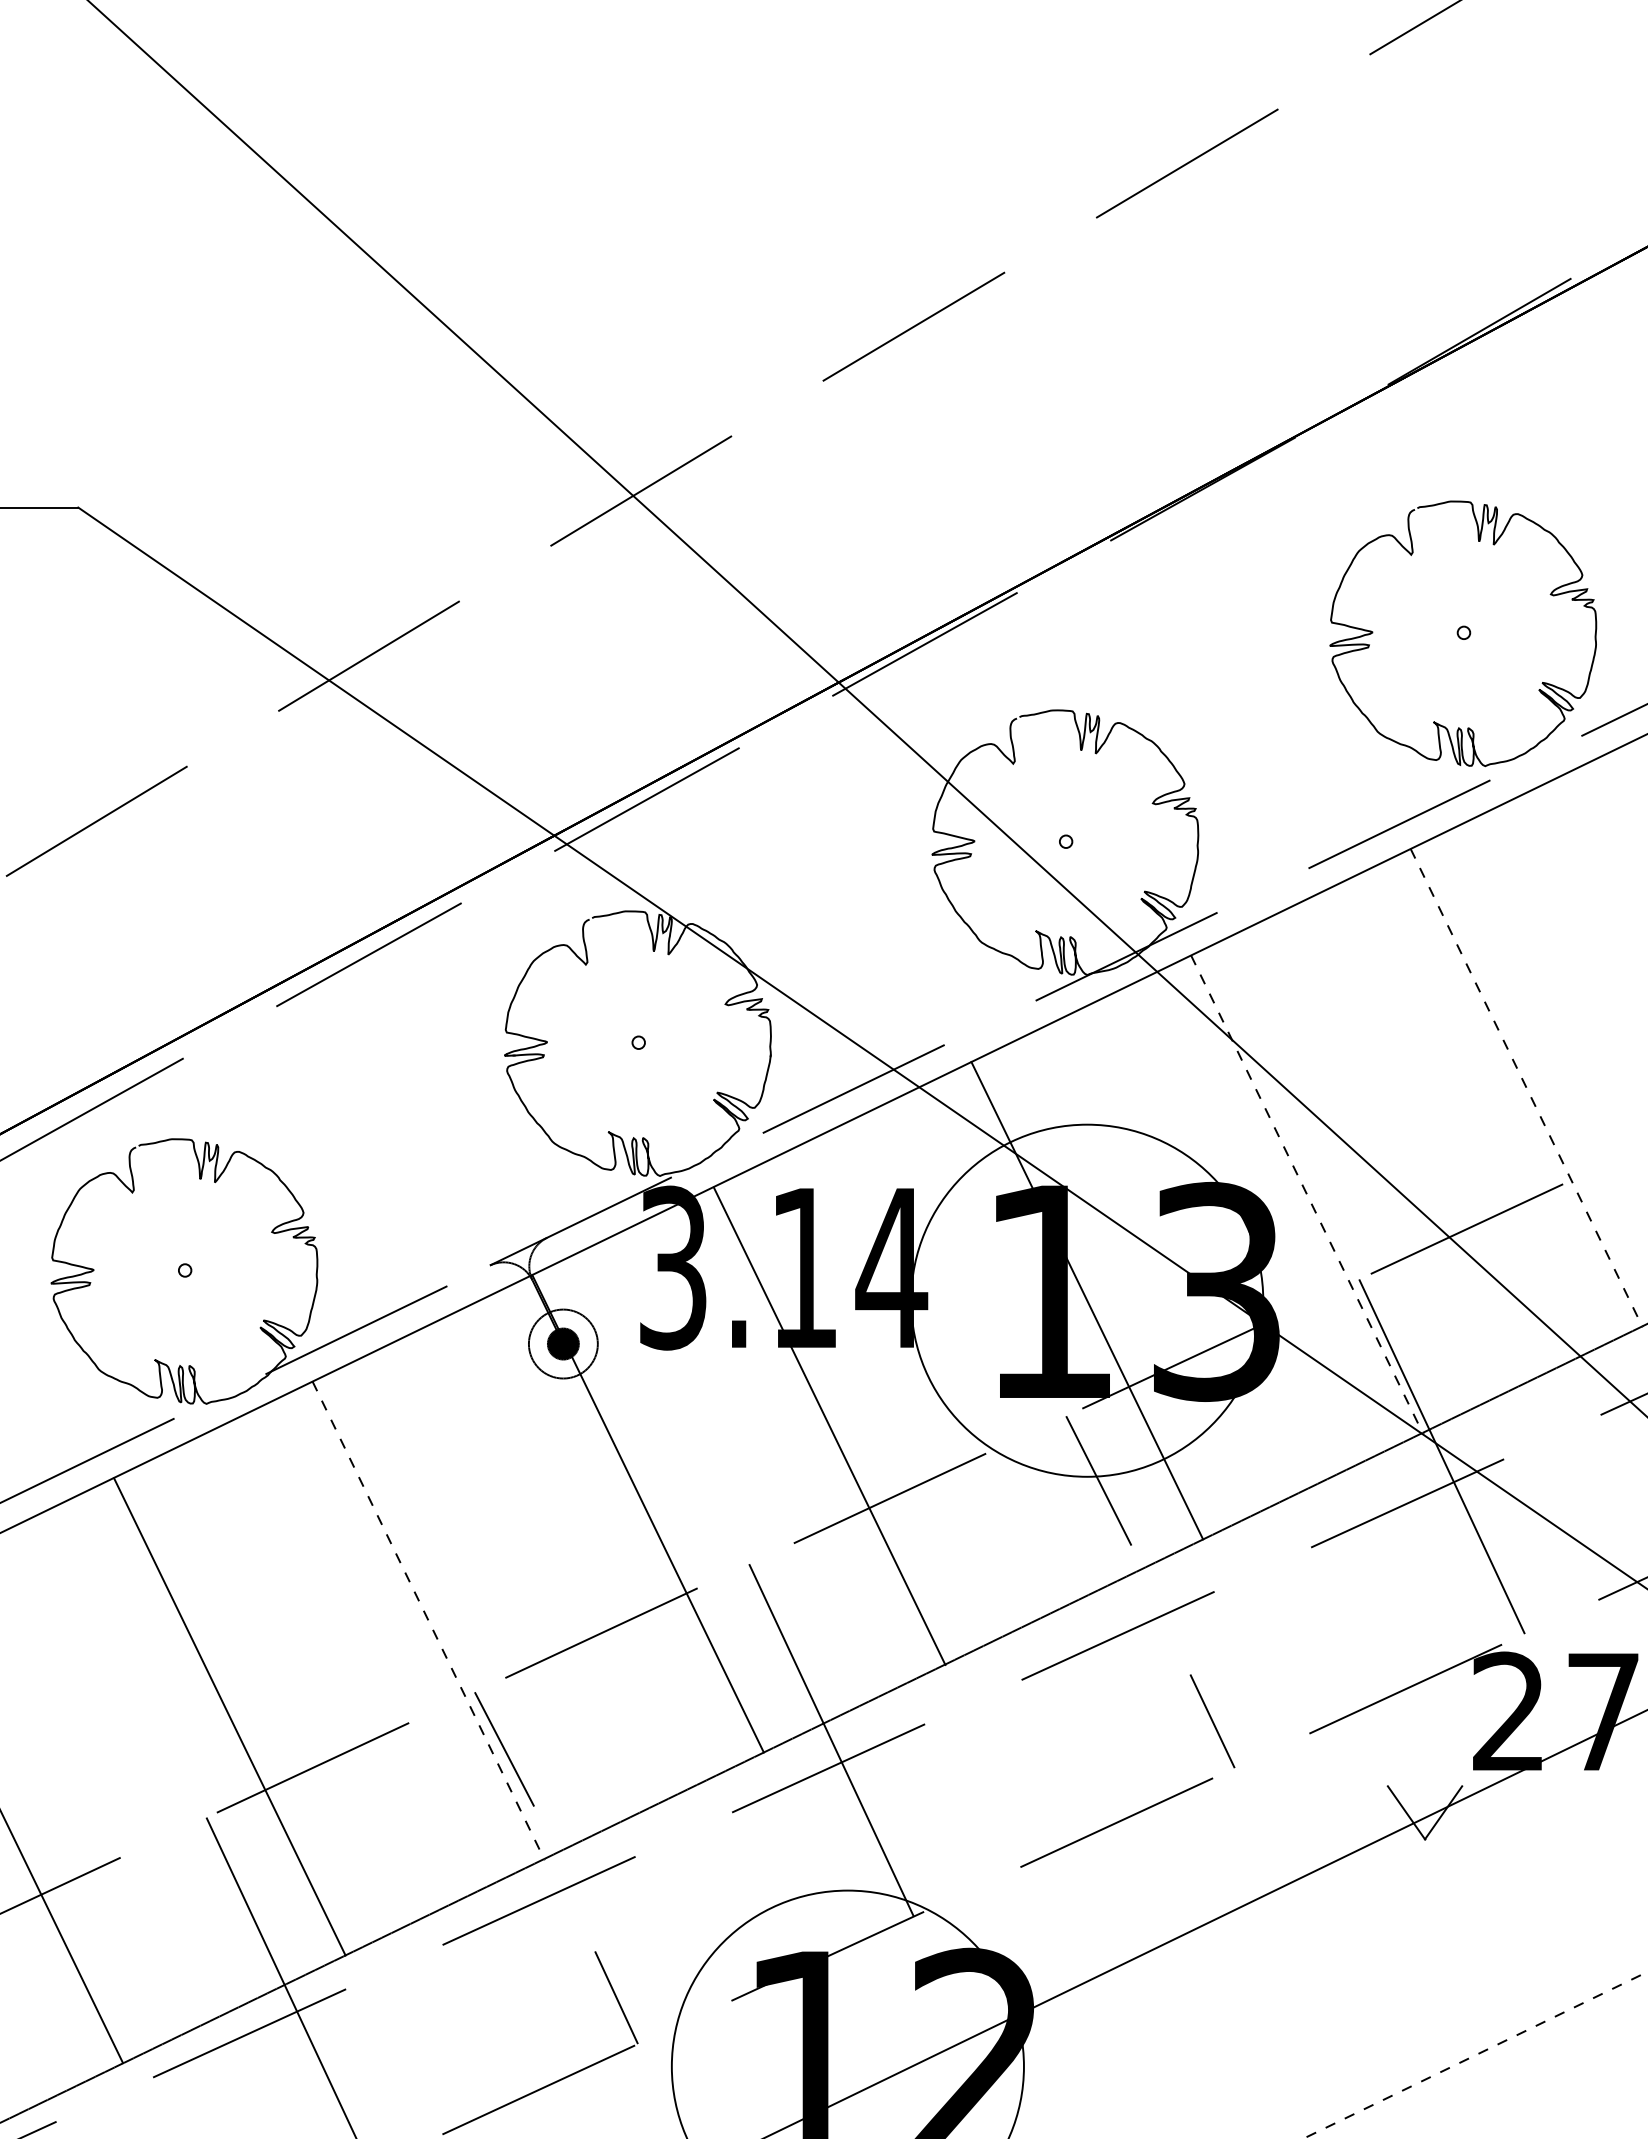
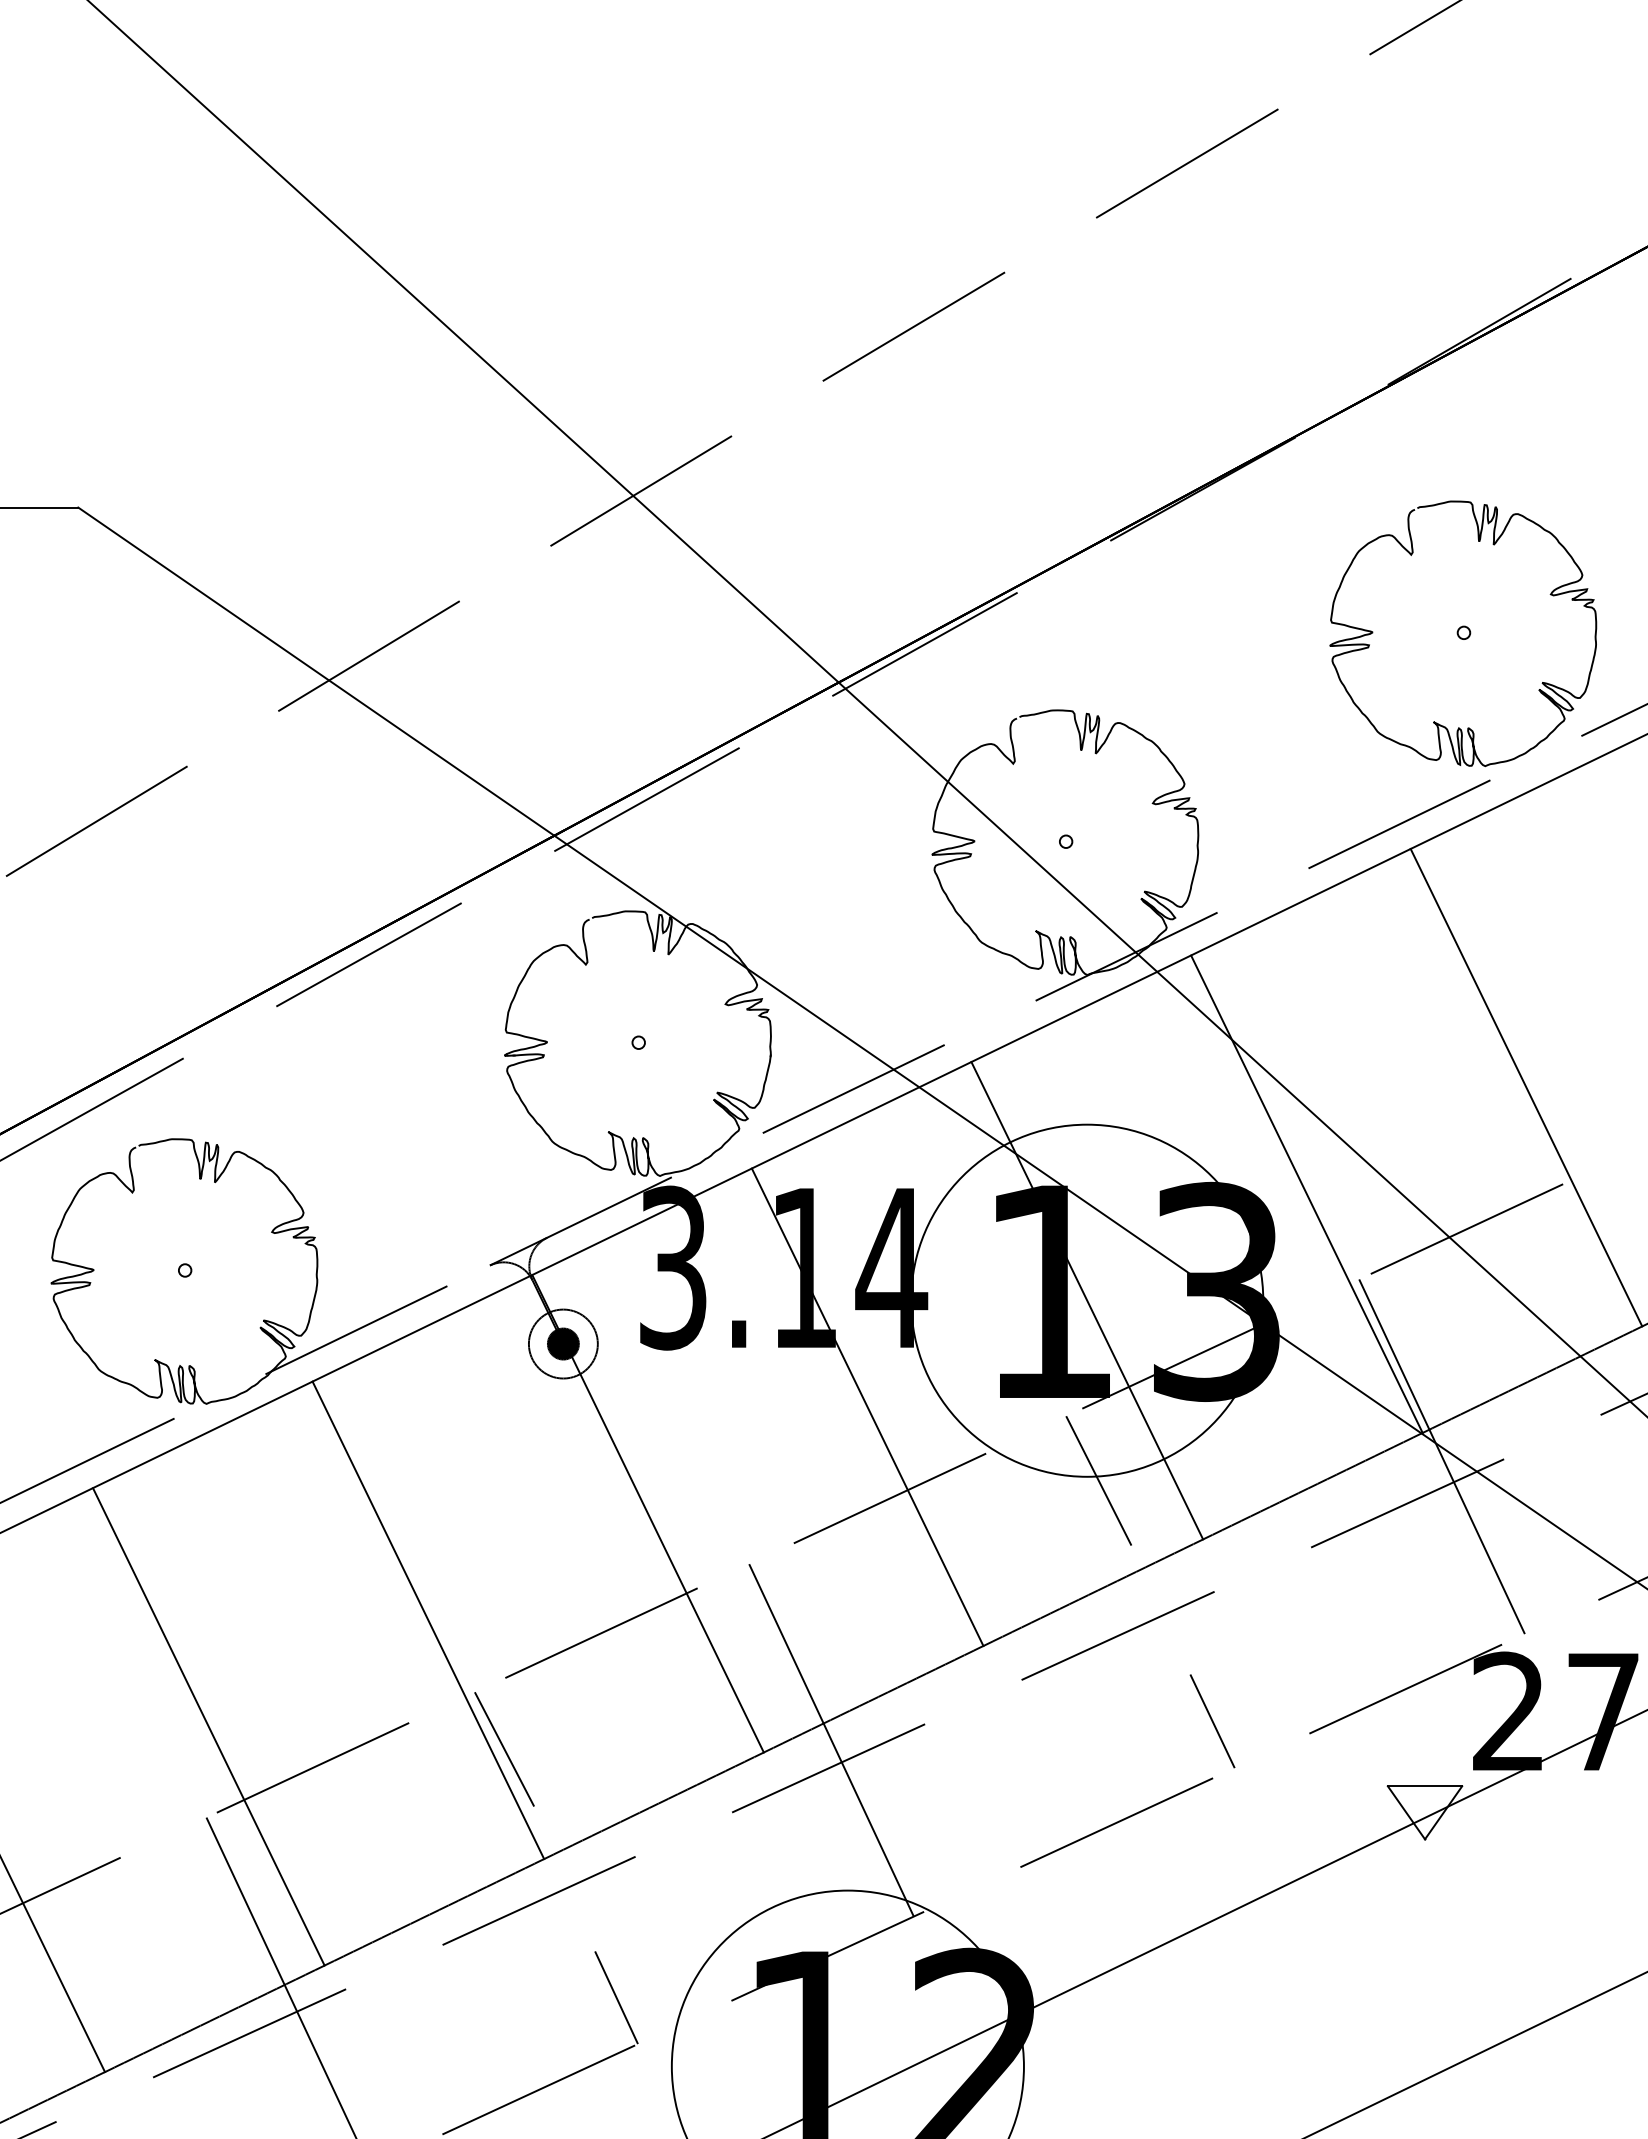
line at (1526, 1088): dashed -> solid
line at (1307, 1194): dashed -> solid
line at (829, 1425) position: (829, 1425) -> (867, 1406)
line at (428, 1620): dashed -> solid
line at (229, 1716) position: (229, 1716) -> (208, 1726)
line at (1424, 1786): none -> present
line at (62, 1938) position: (62, 1938) -> (53, 1966)
line at (1475, 2055): dashed -> solid
